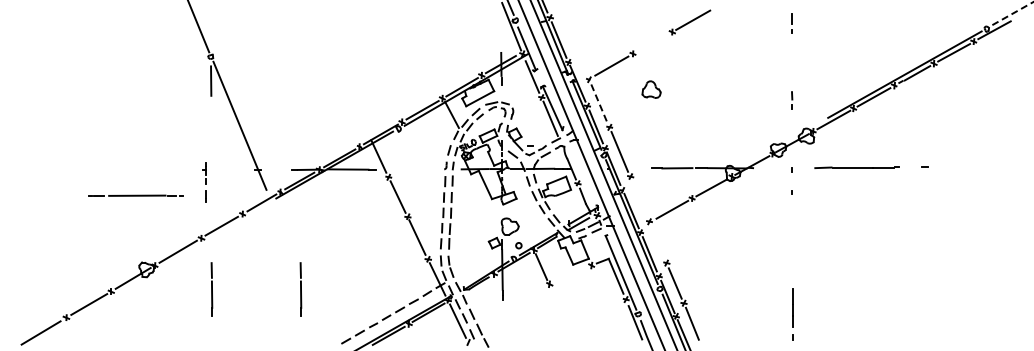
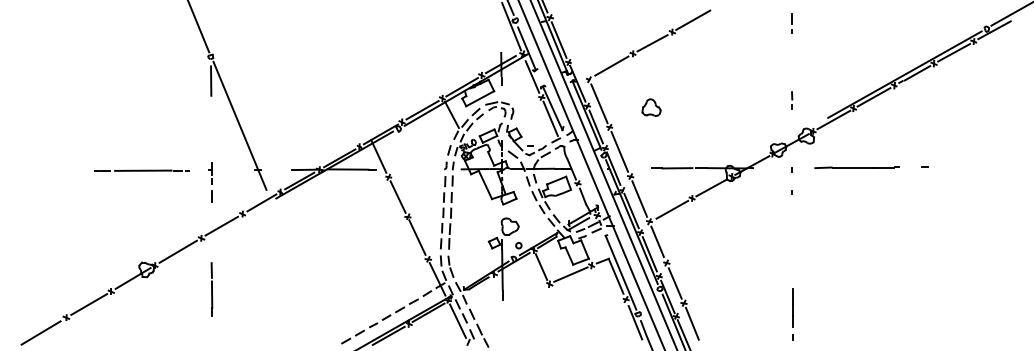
line at (1012, 13): dashed -> solid
line at (652, 43): none -> present
part at (651, 89) position: (651, 89) -> (651, 107)
line at (599, 103): dashed -> solid
part at (204, 182) position: (204, 182) -> (210, 182)
line at (135, 195) position: (135, 195) -> (141, 170)
line at (639, 198): none -> present
line at (657, 241): none -> present
line at (570, 274): none -> present
line at (300, 289): present -> none
